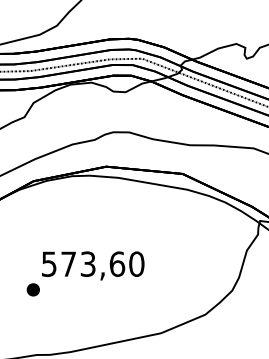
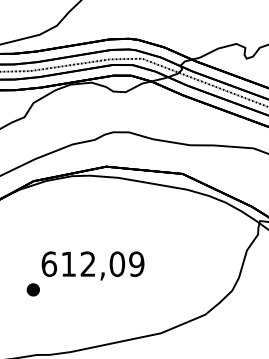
text at (92, 263): 573,60 -> 612,09
